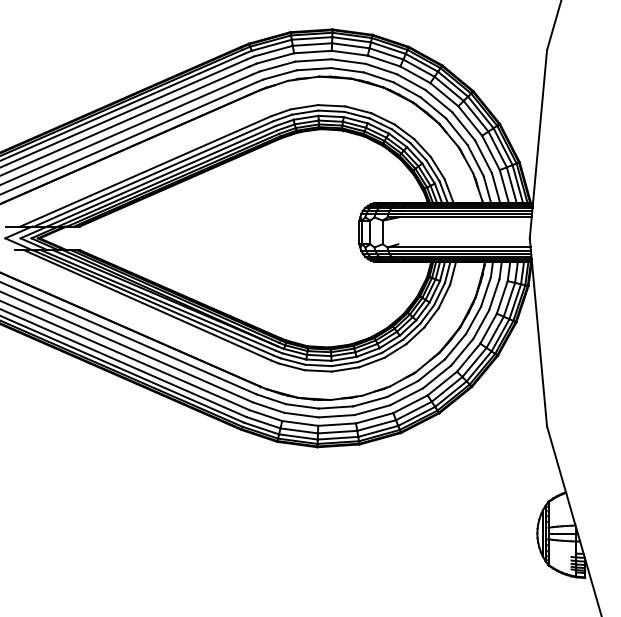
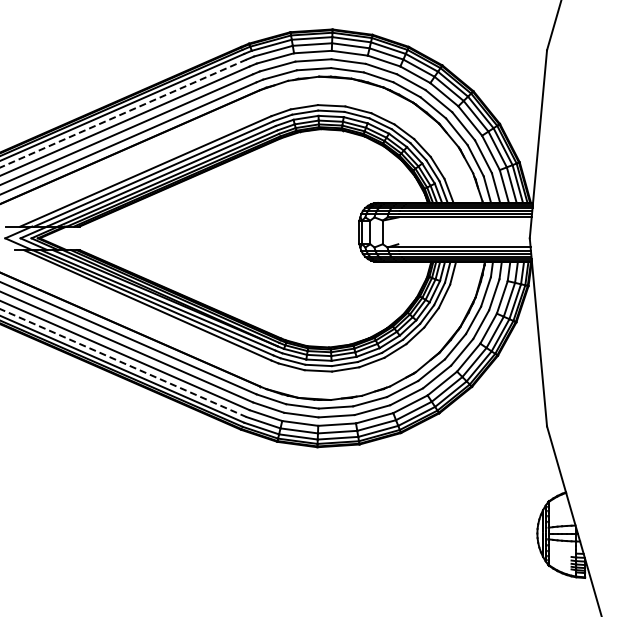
line at (123, 113): solid -> dashed
line at (124, 363): solid -> dashed
